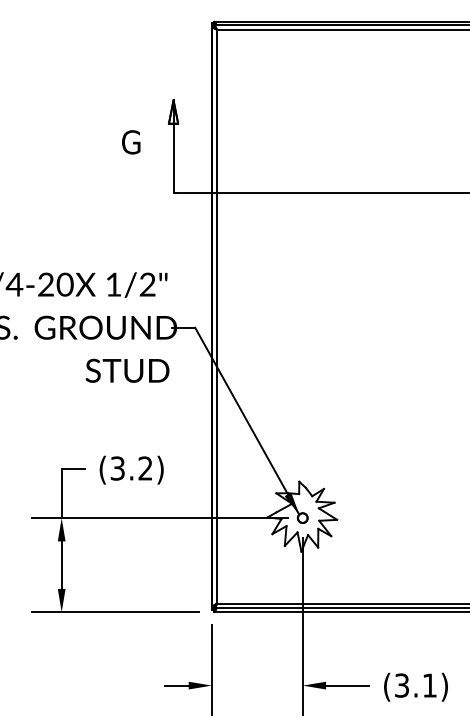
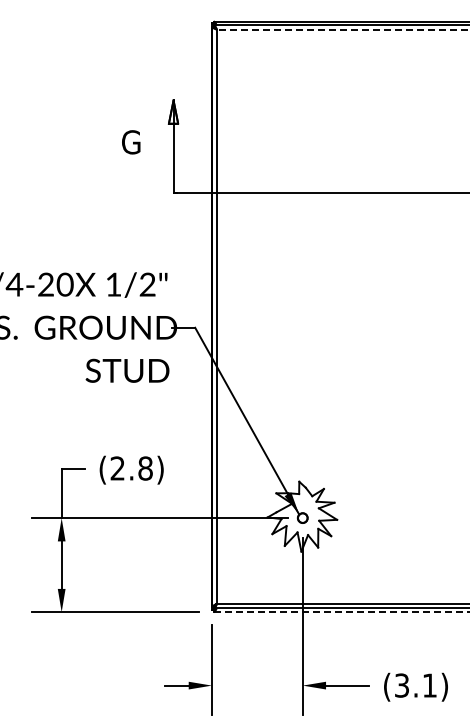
line at (342, 29): solid -> dashed
text at (131, 468): (3.2) -> (2.8)
line at (341, 612): solid -> dashed
